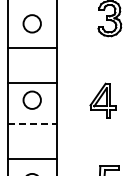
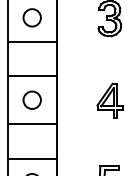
circle at (31, 23) position: (31, 23) -> (31, 17)
line at (32, 47) position: (32, 47) -> (32, 41)
line at (32, 83) position: (32, 83) -> (32, 76)
part at (102, 100) position: (102, 100) -> (109, 100)
line at (33, 124): dashed -> solid
